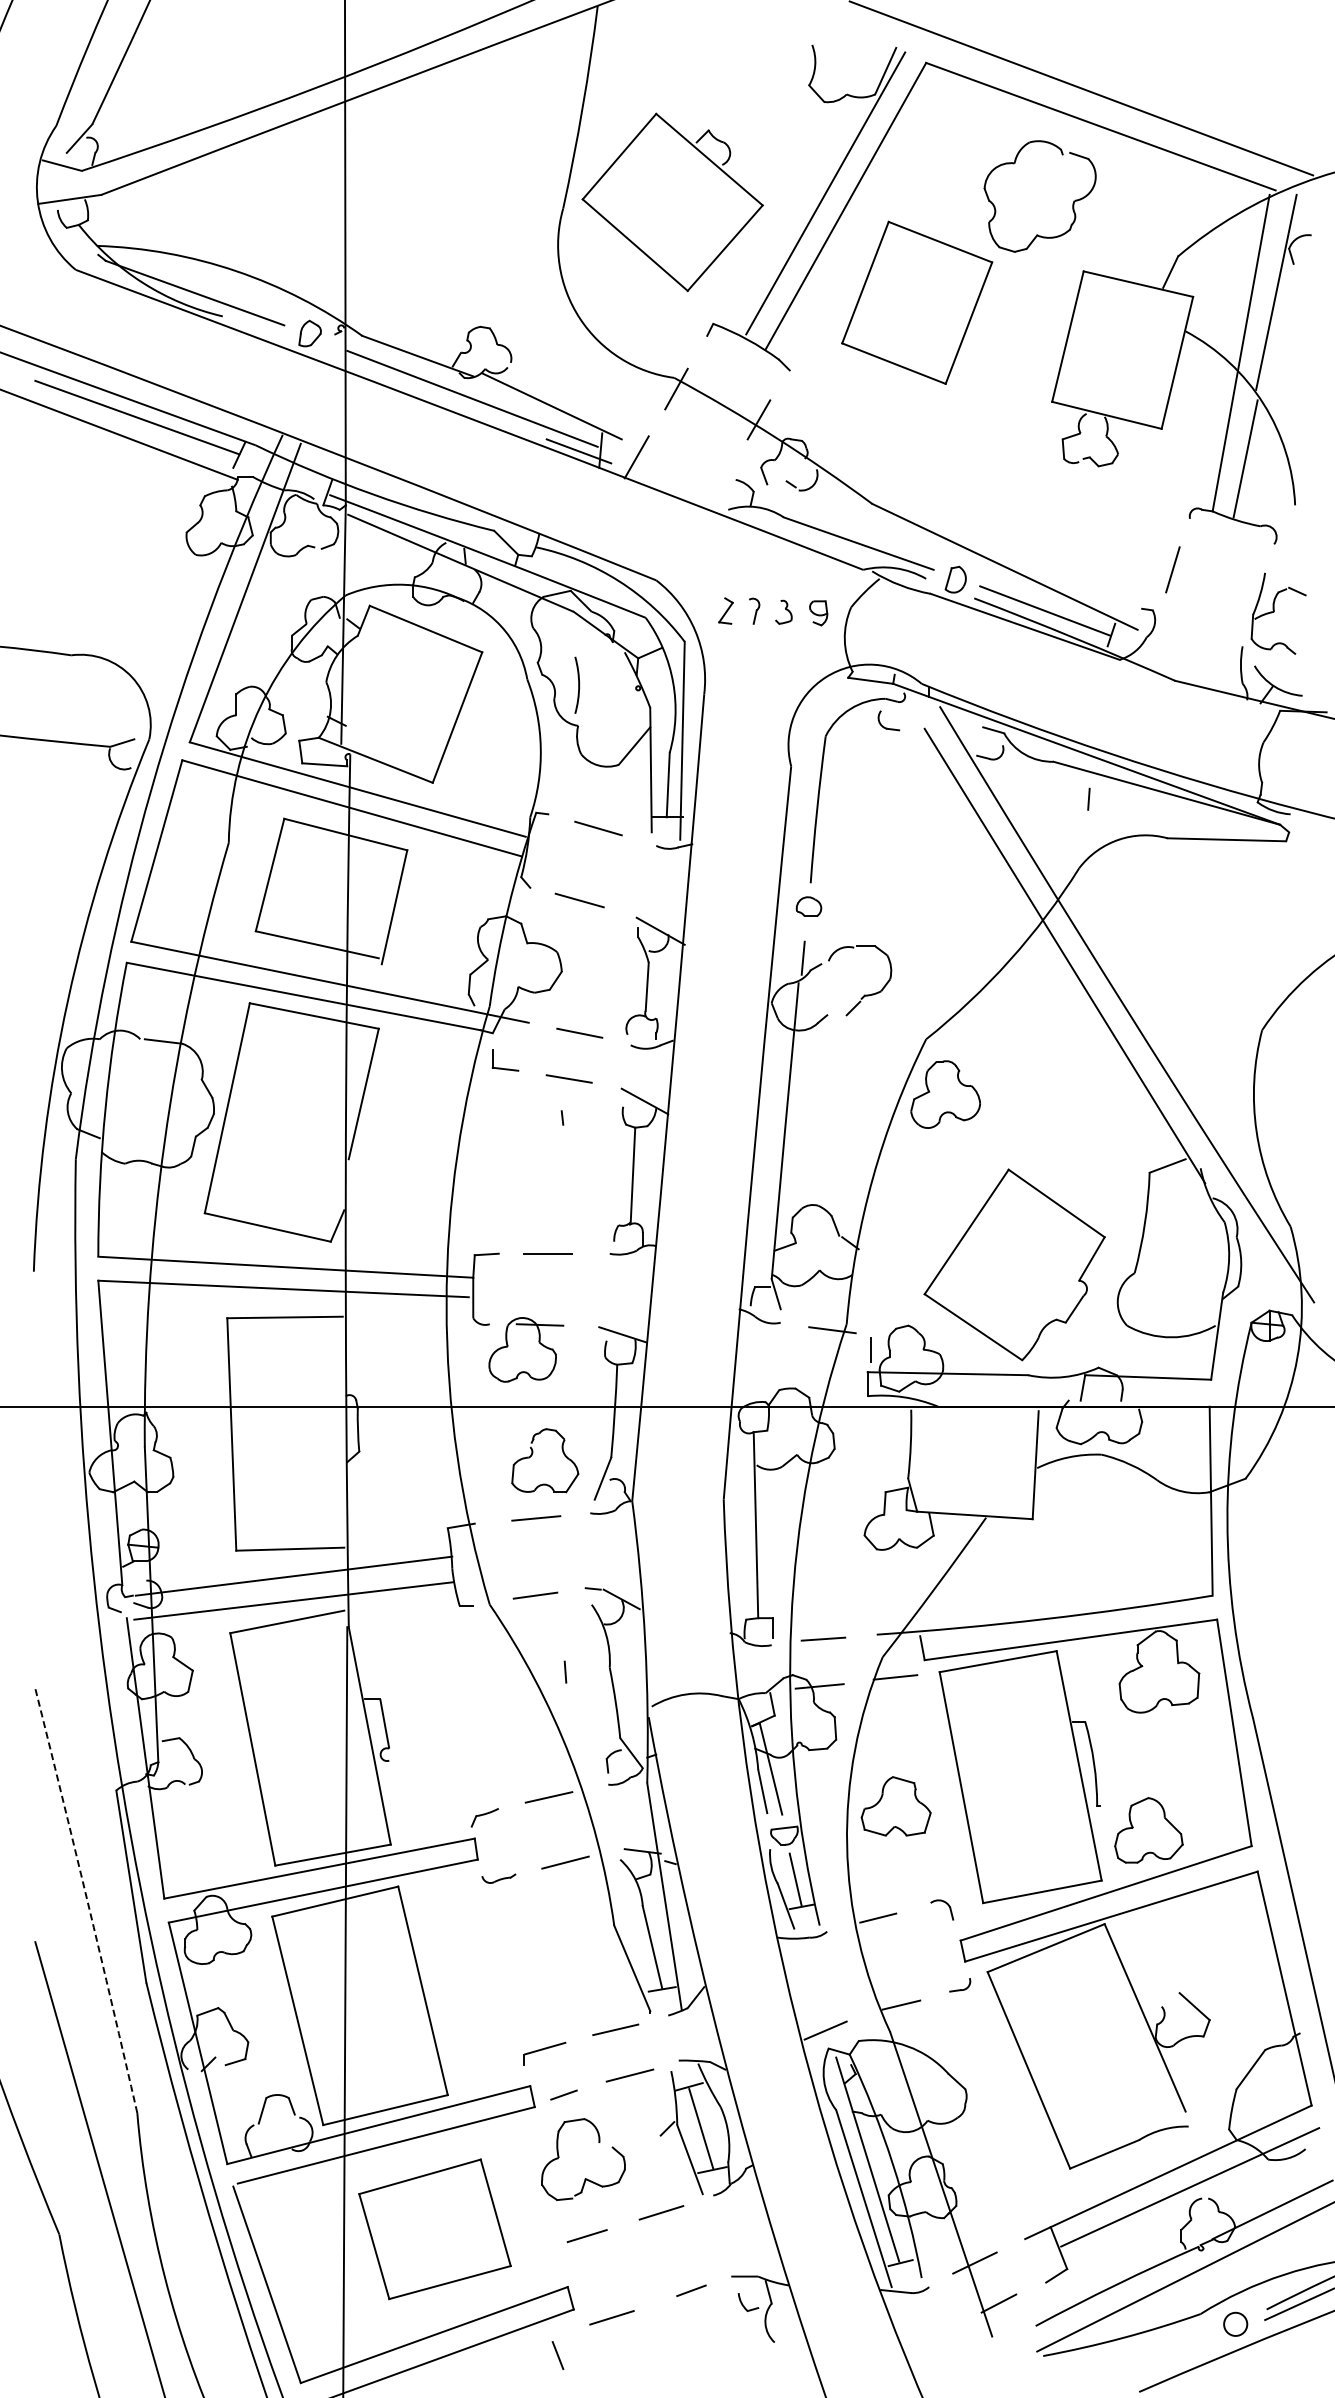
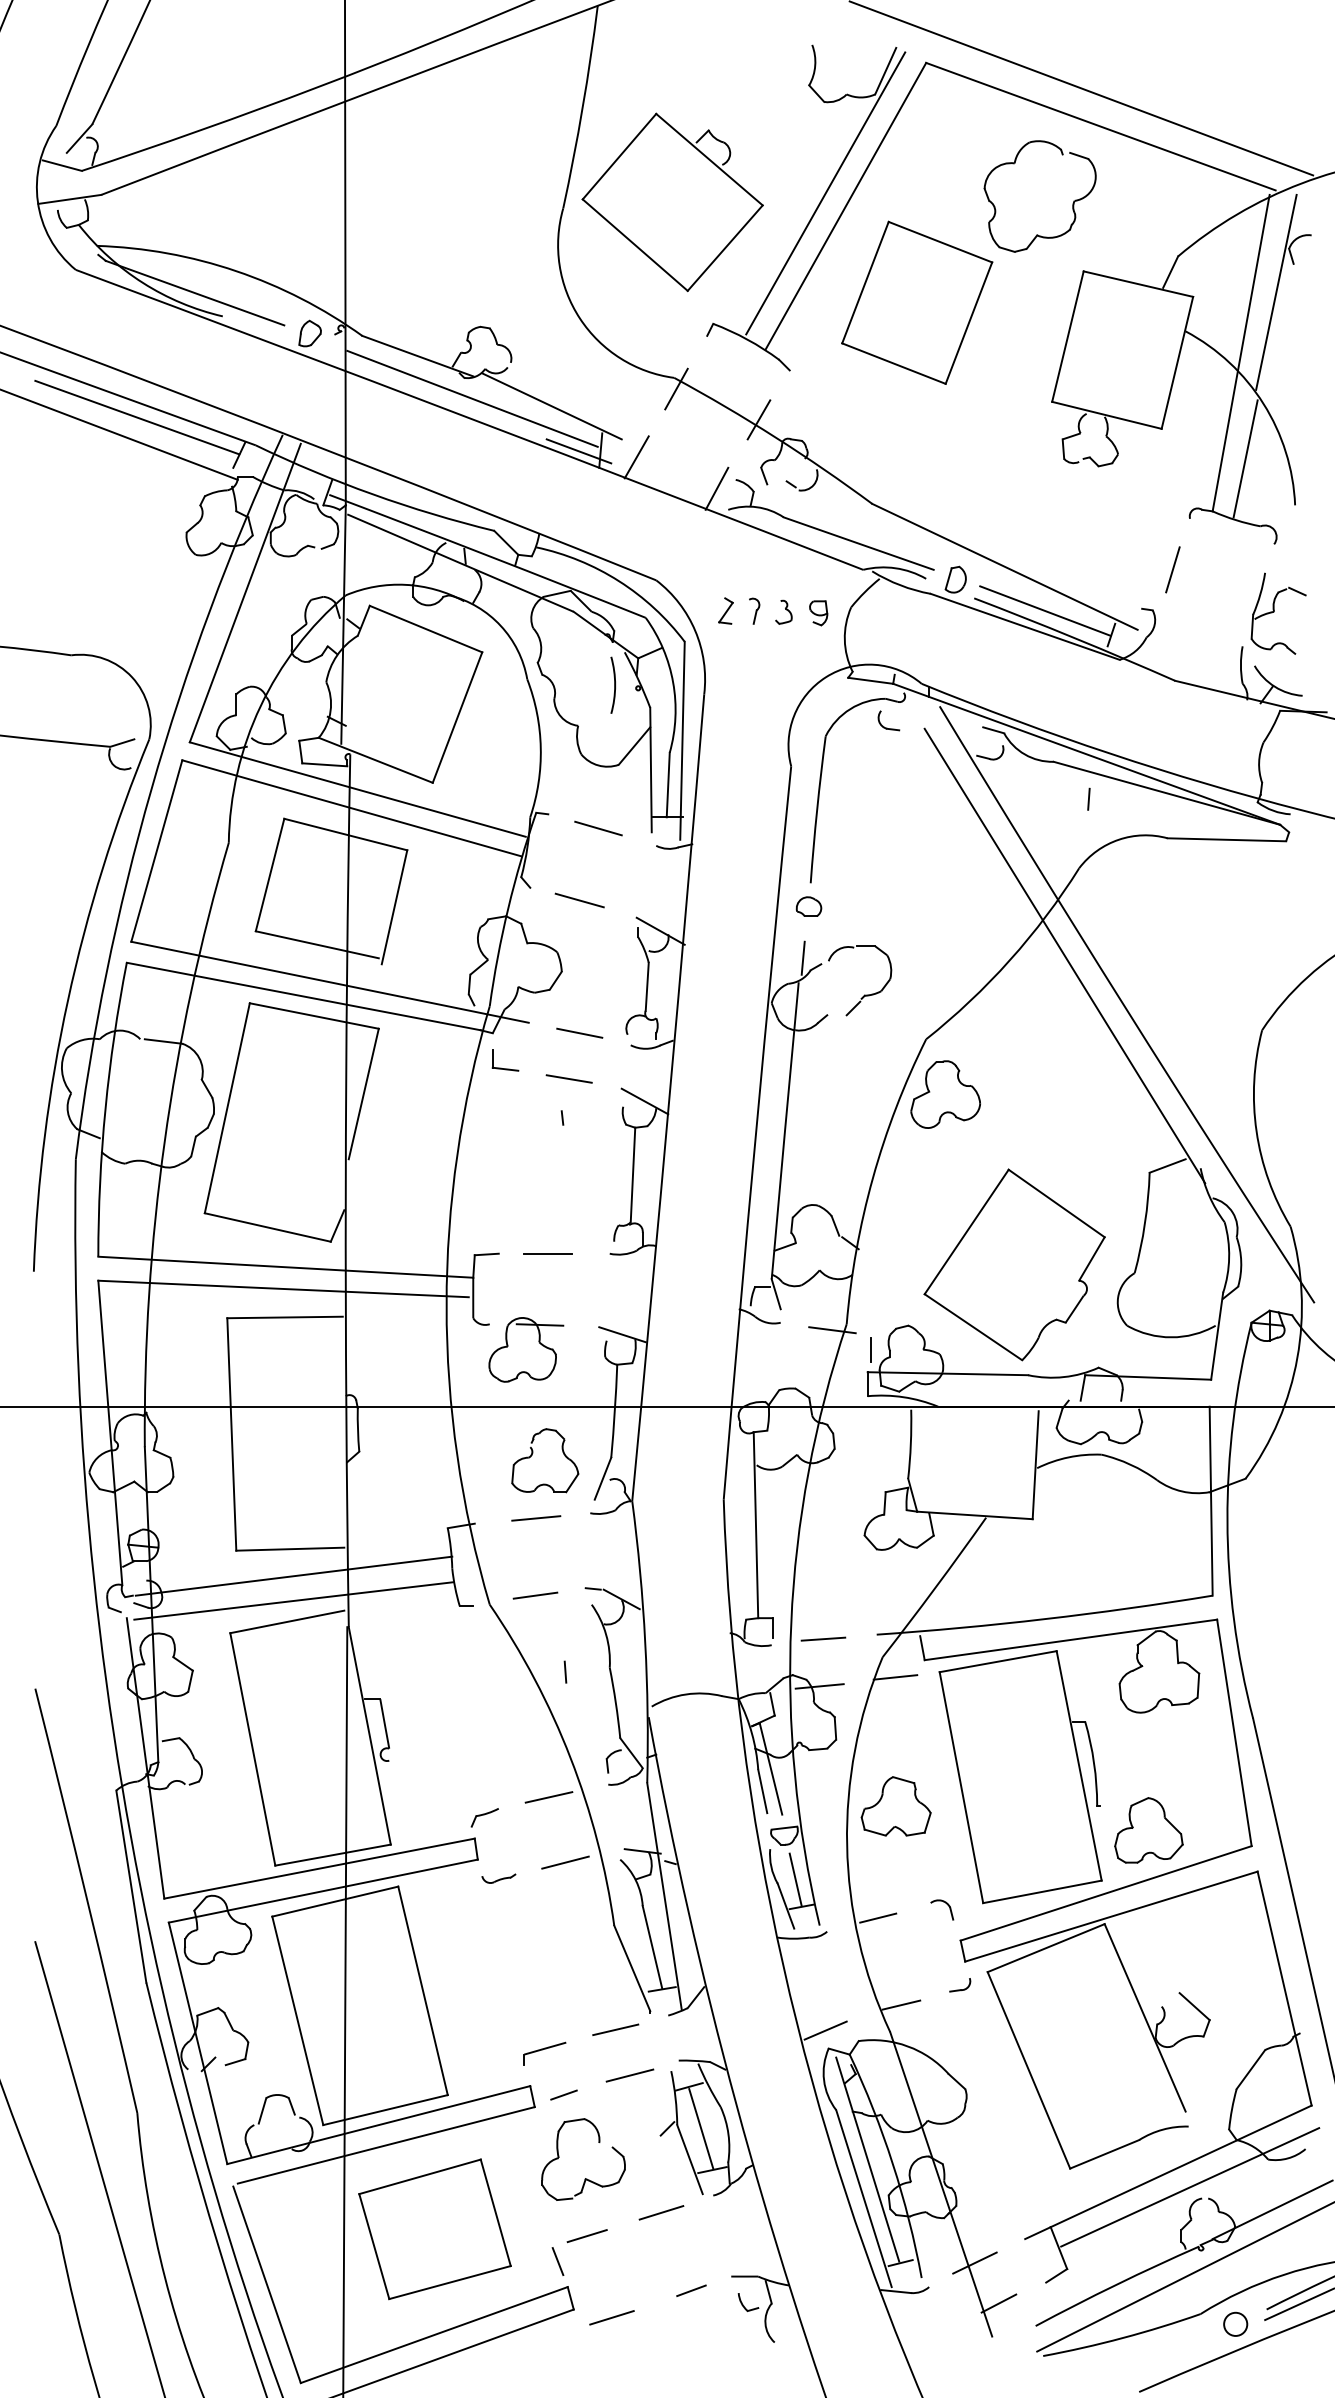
line at (716, 488): none -> present
arc at (578, 684) position: (578, 684) -> (614, 684)
arc at (87, 1900): dashed -> solid
line at (557, 2355) position: (557, 2355) -> (557, 2261)
